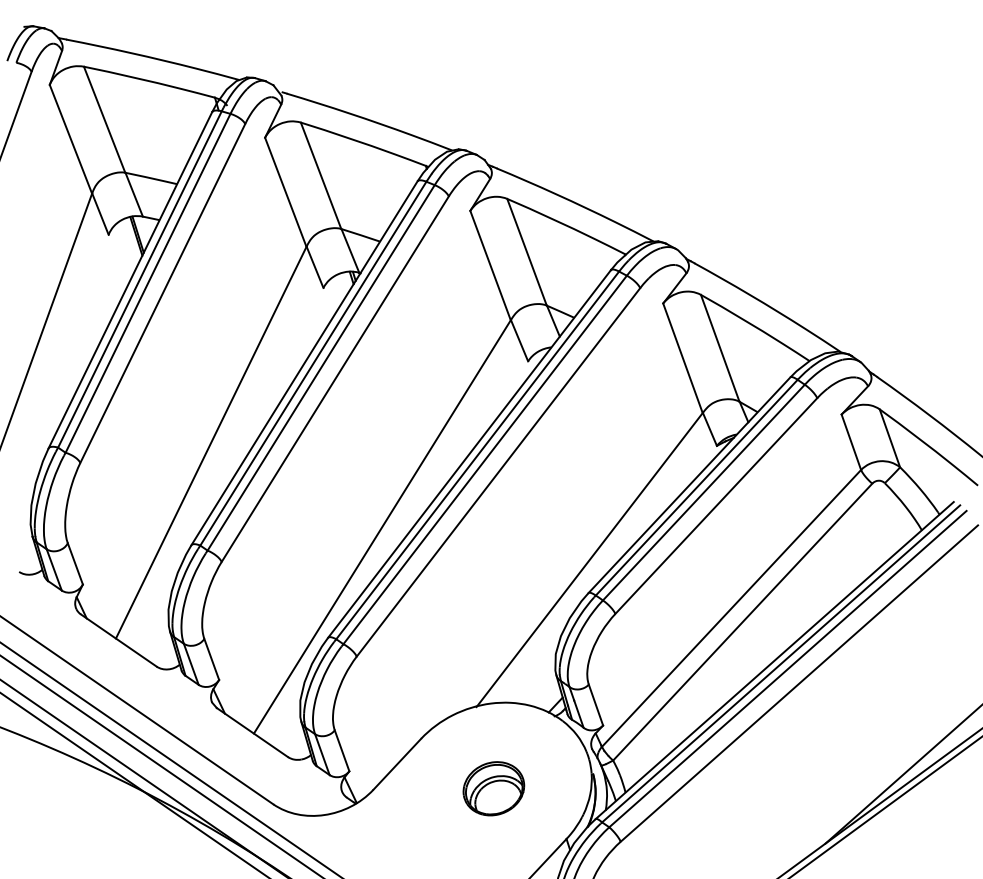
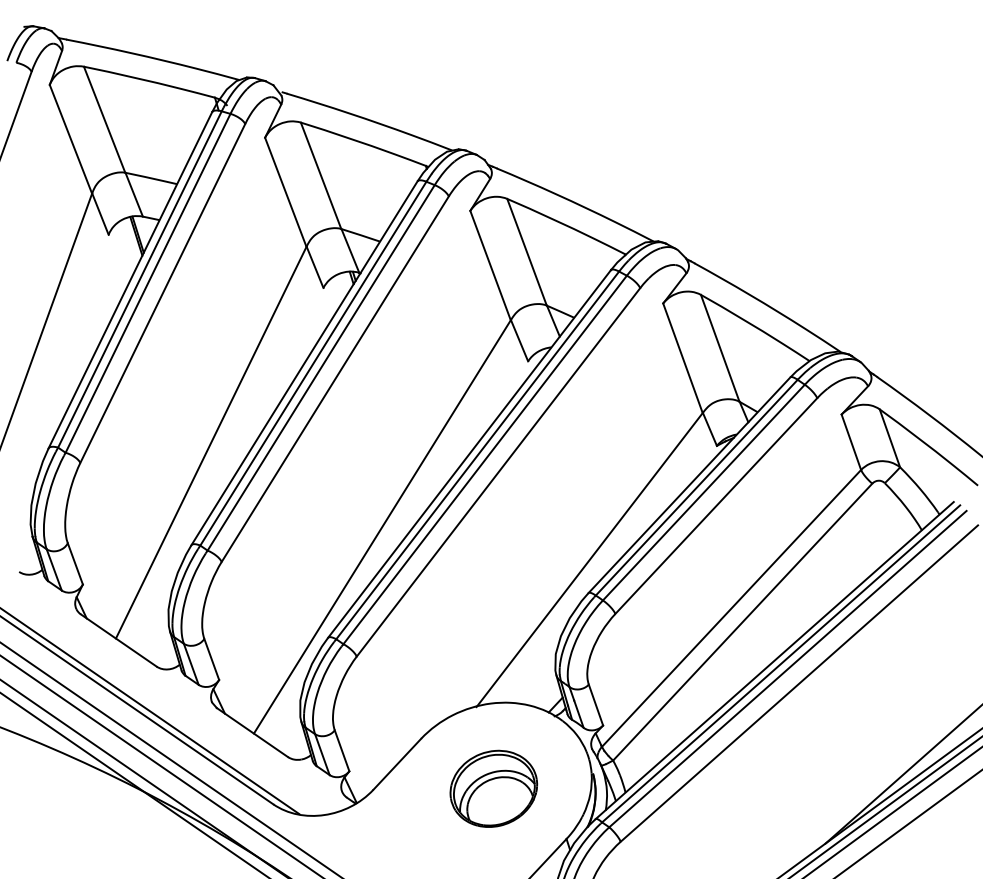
line at (150, 711): none -> present
part at (493, 788) size: 64x56 px -> 90x79 px
line at (892, 812): none -> present
line at (908, 823): none -> present
